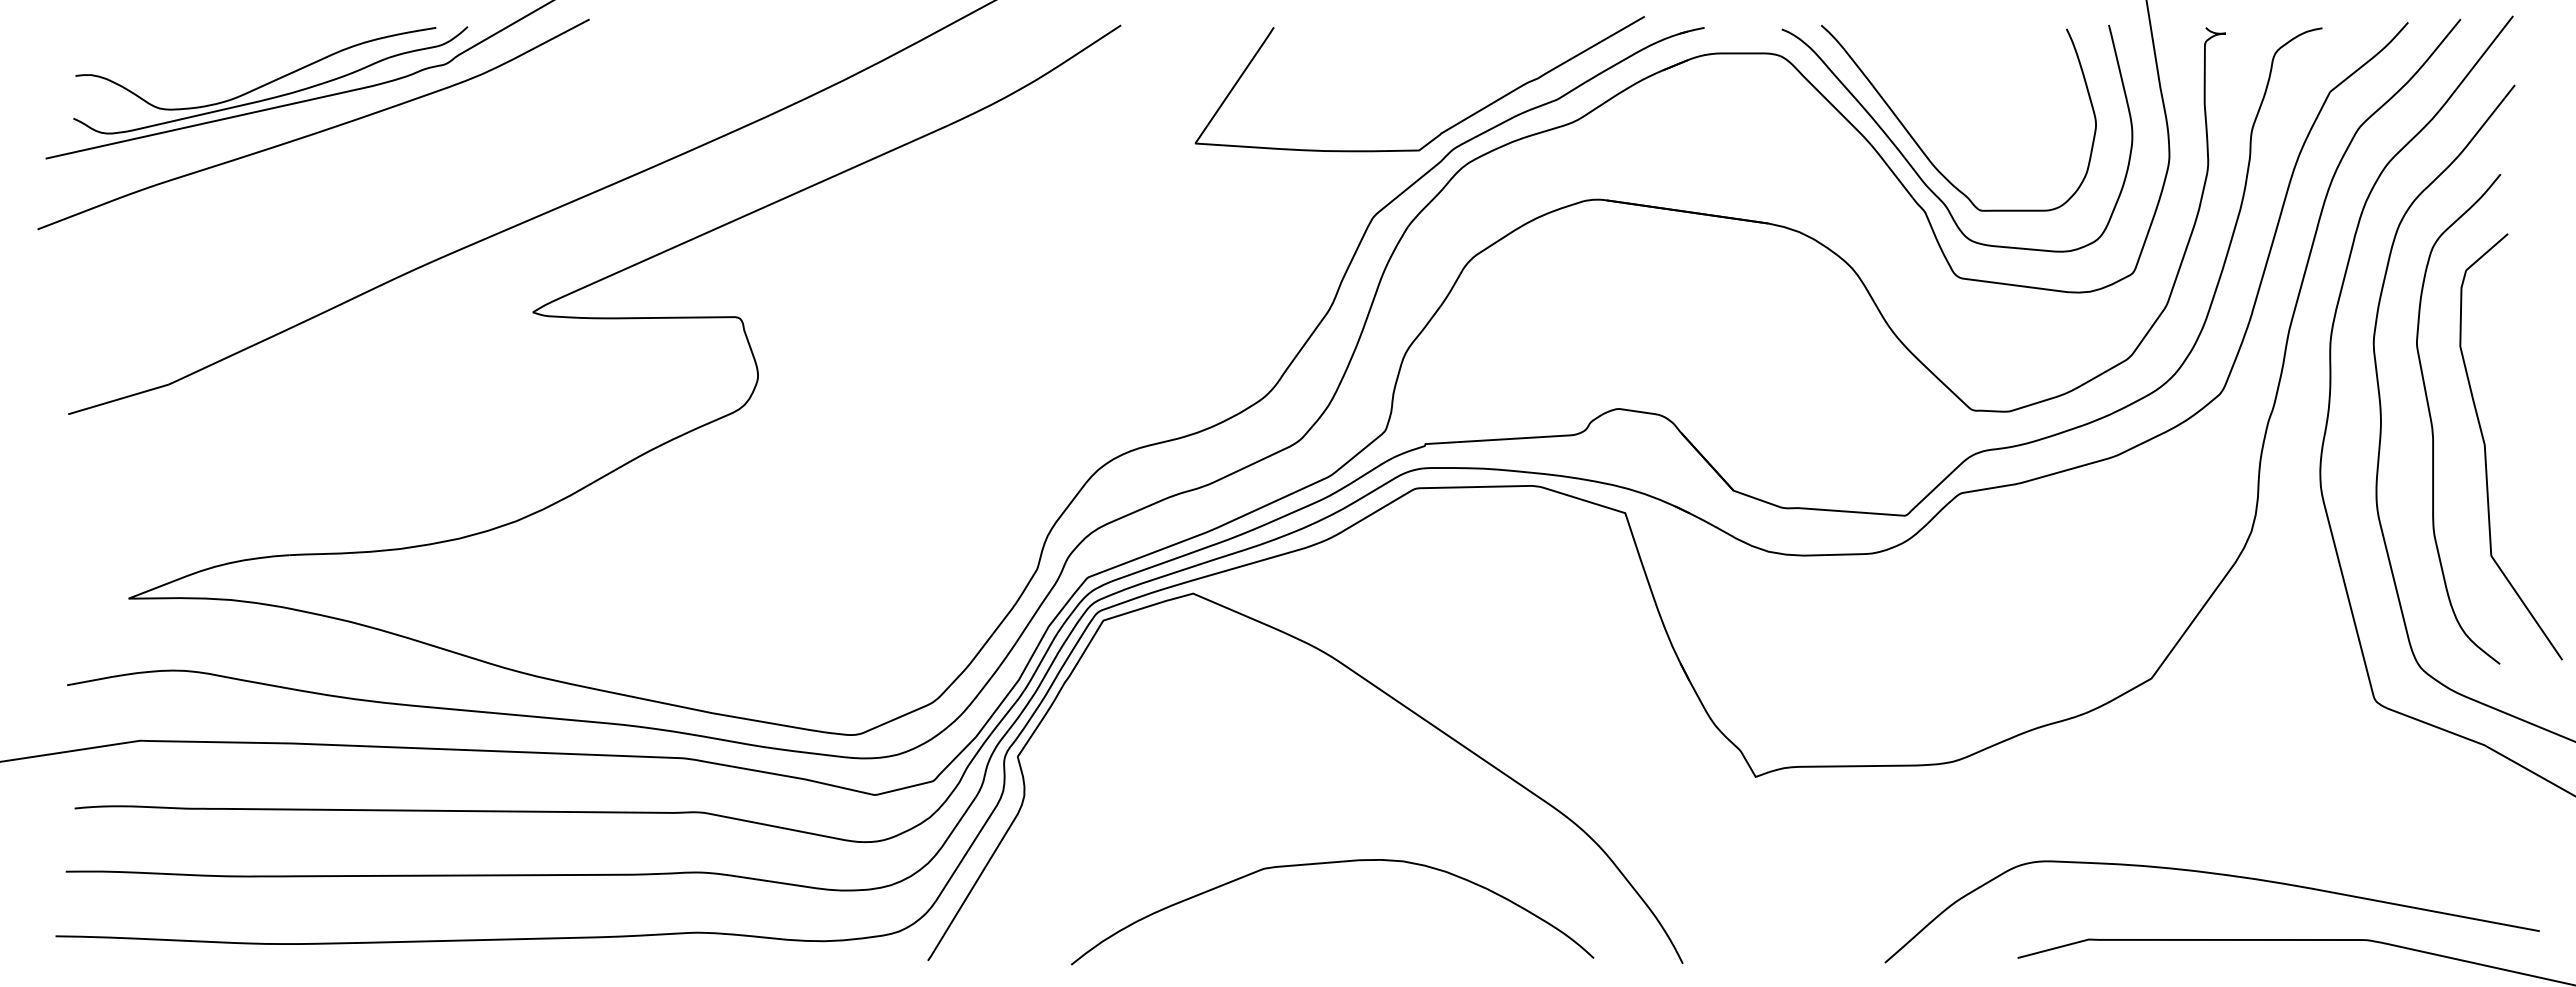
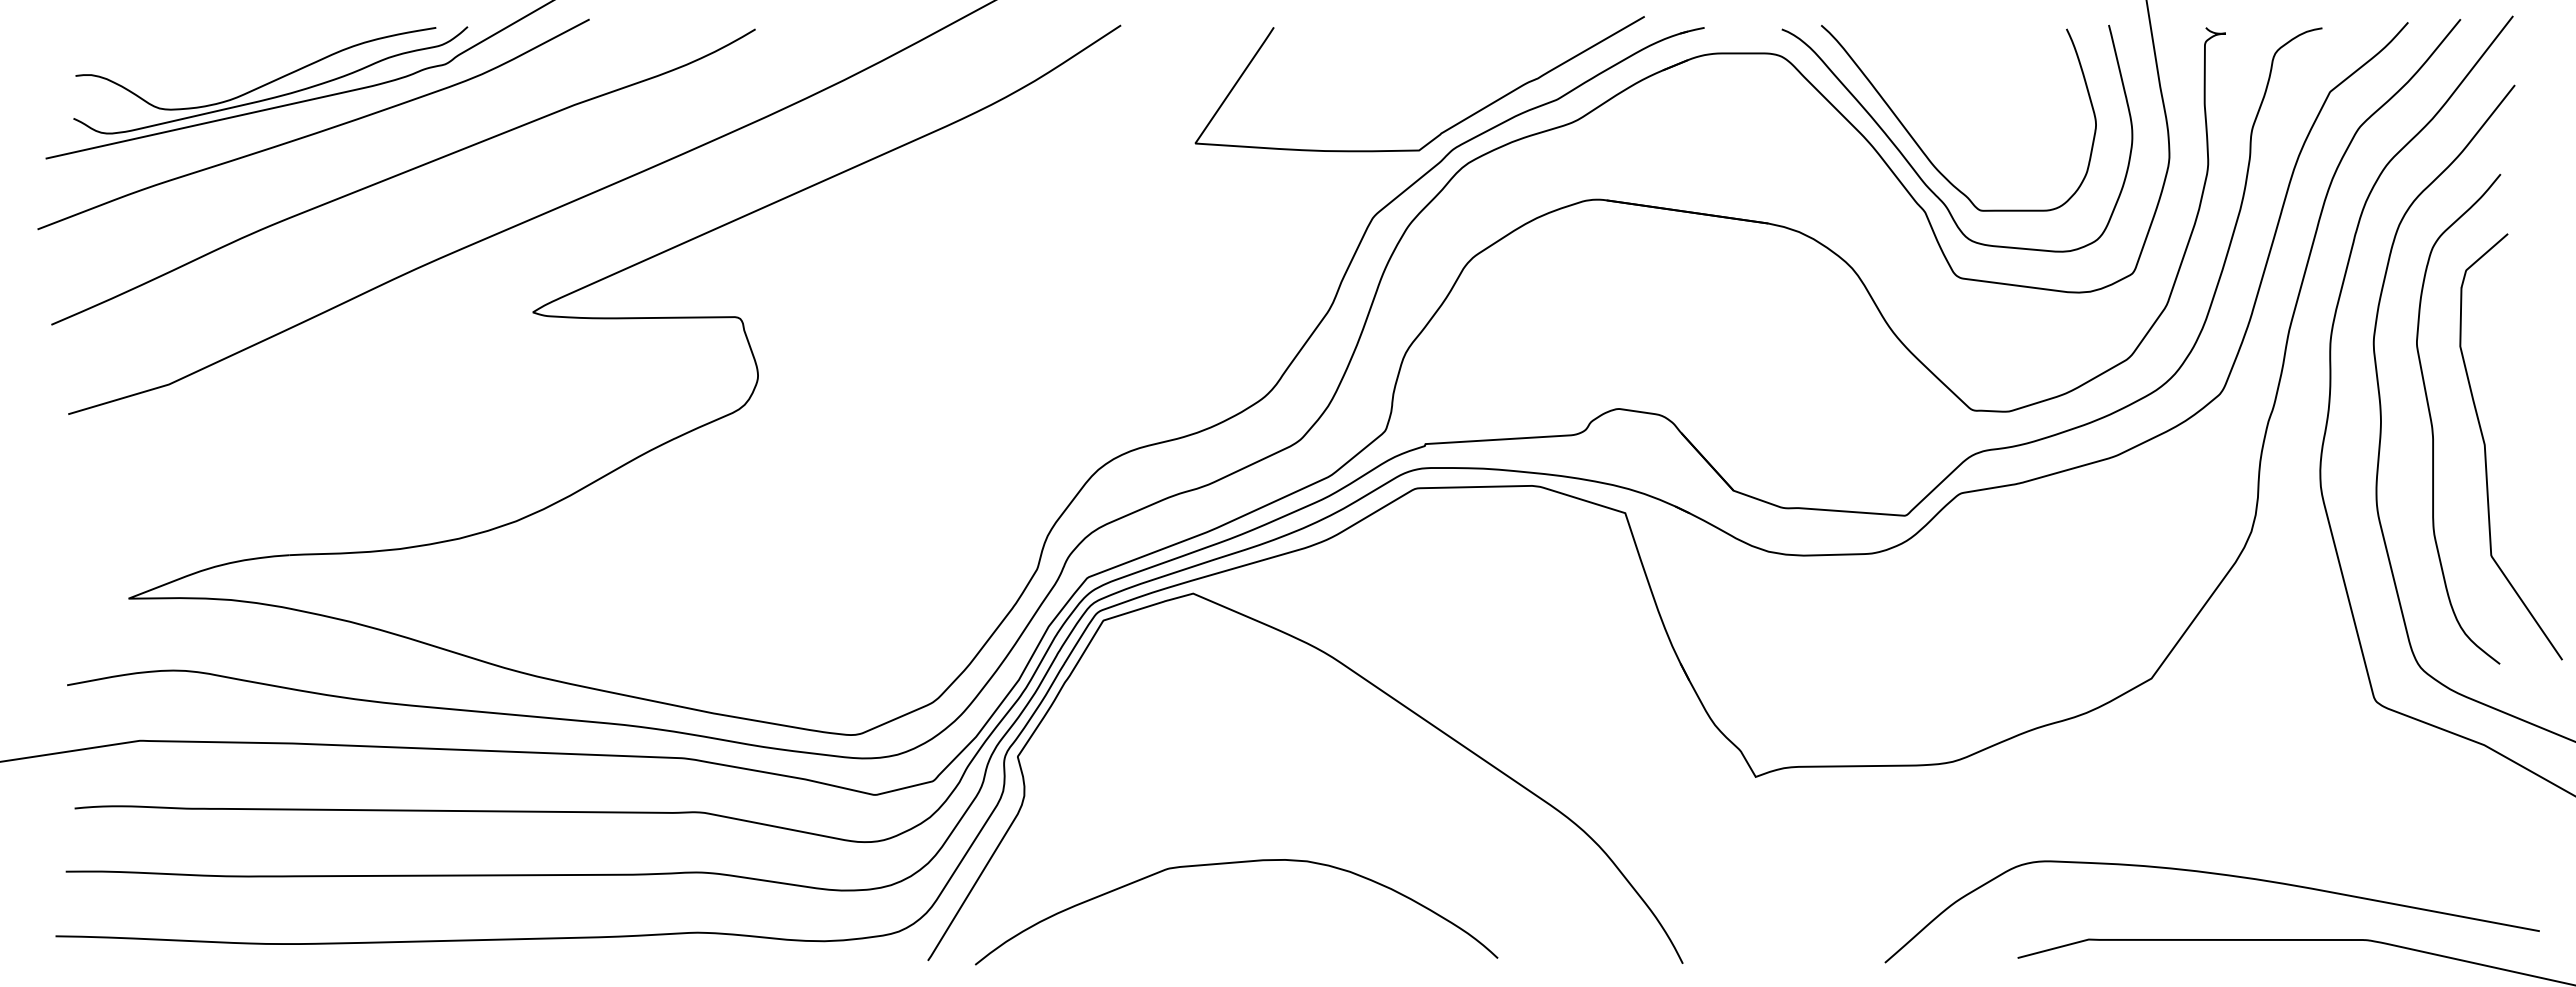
curve at (402, 174): none -> present
curve at (1332, 863) position: (1332, 863) -> (1236, 863)
